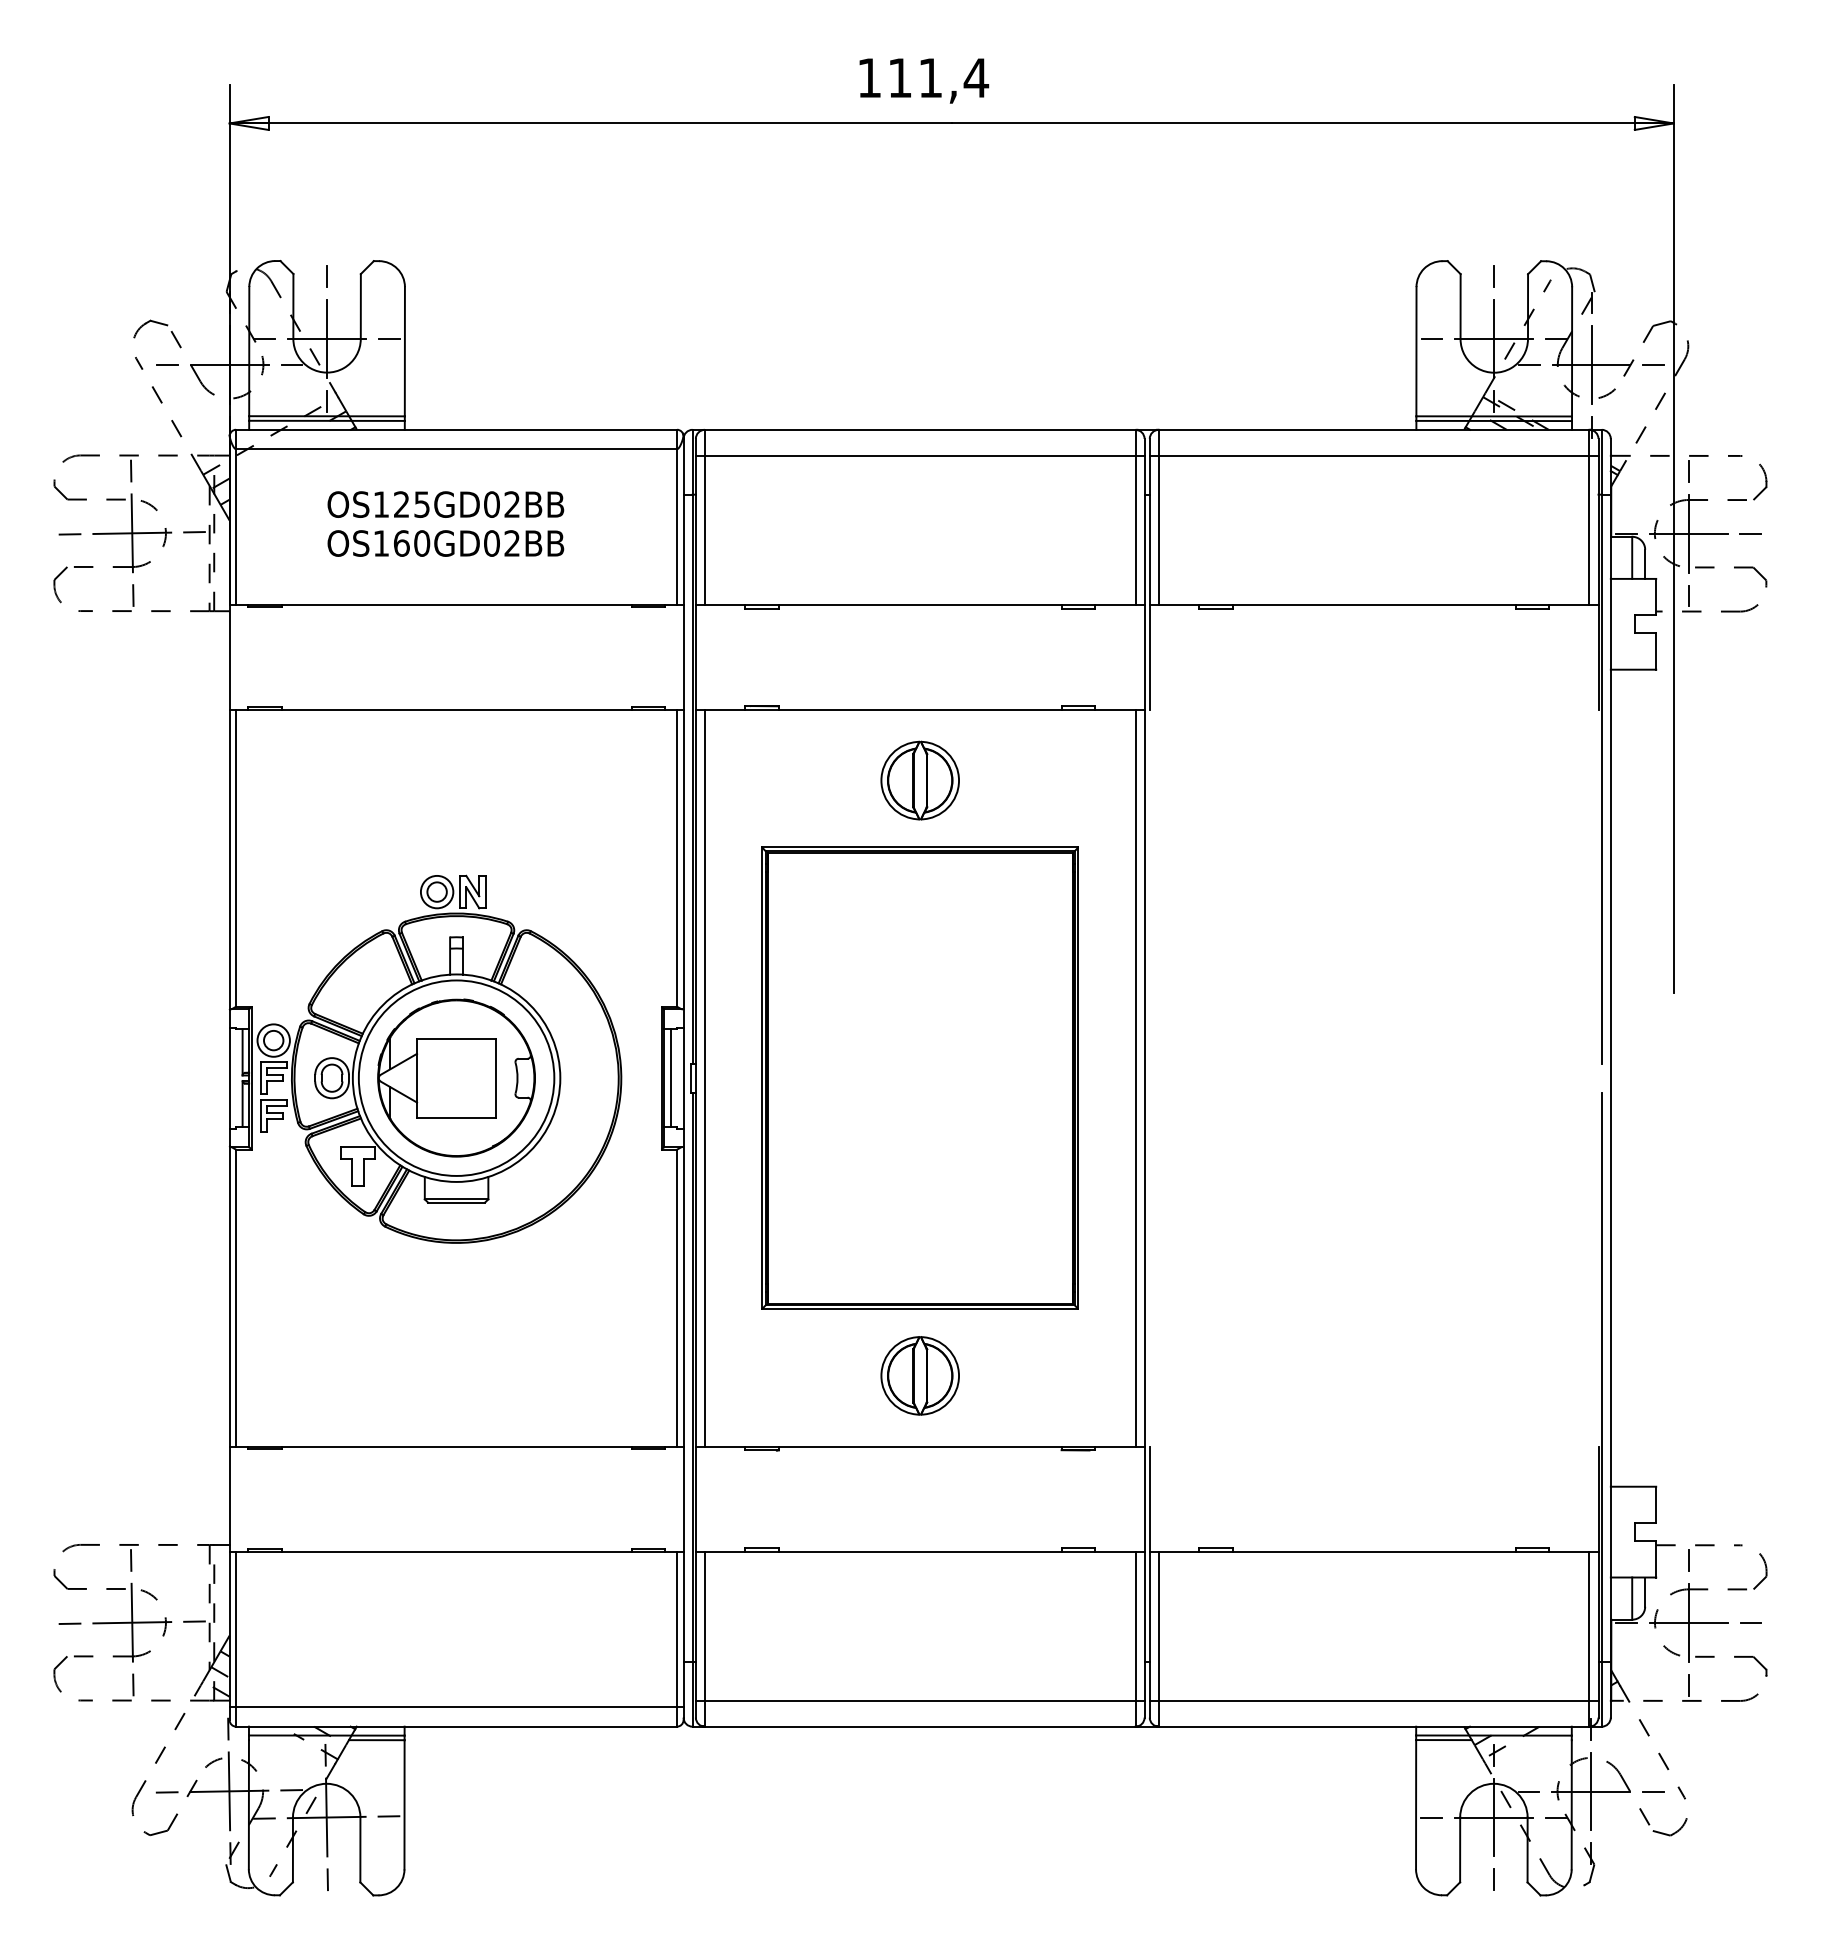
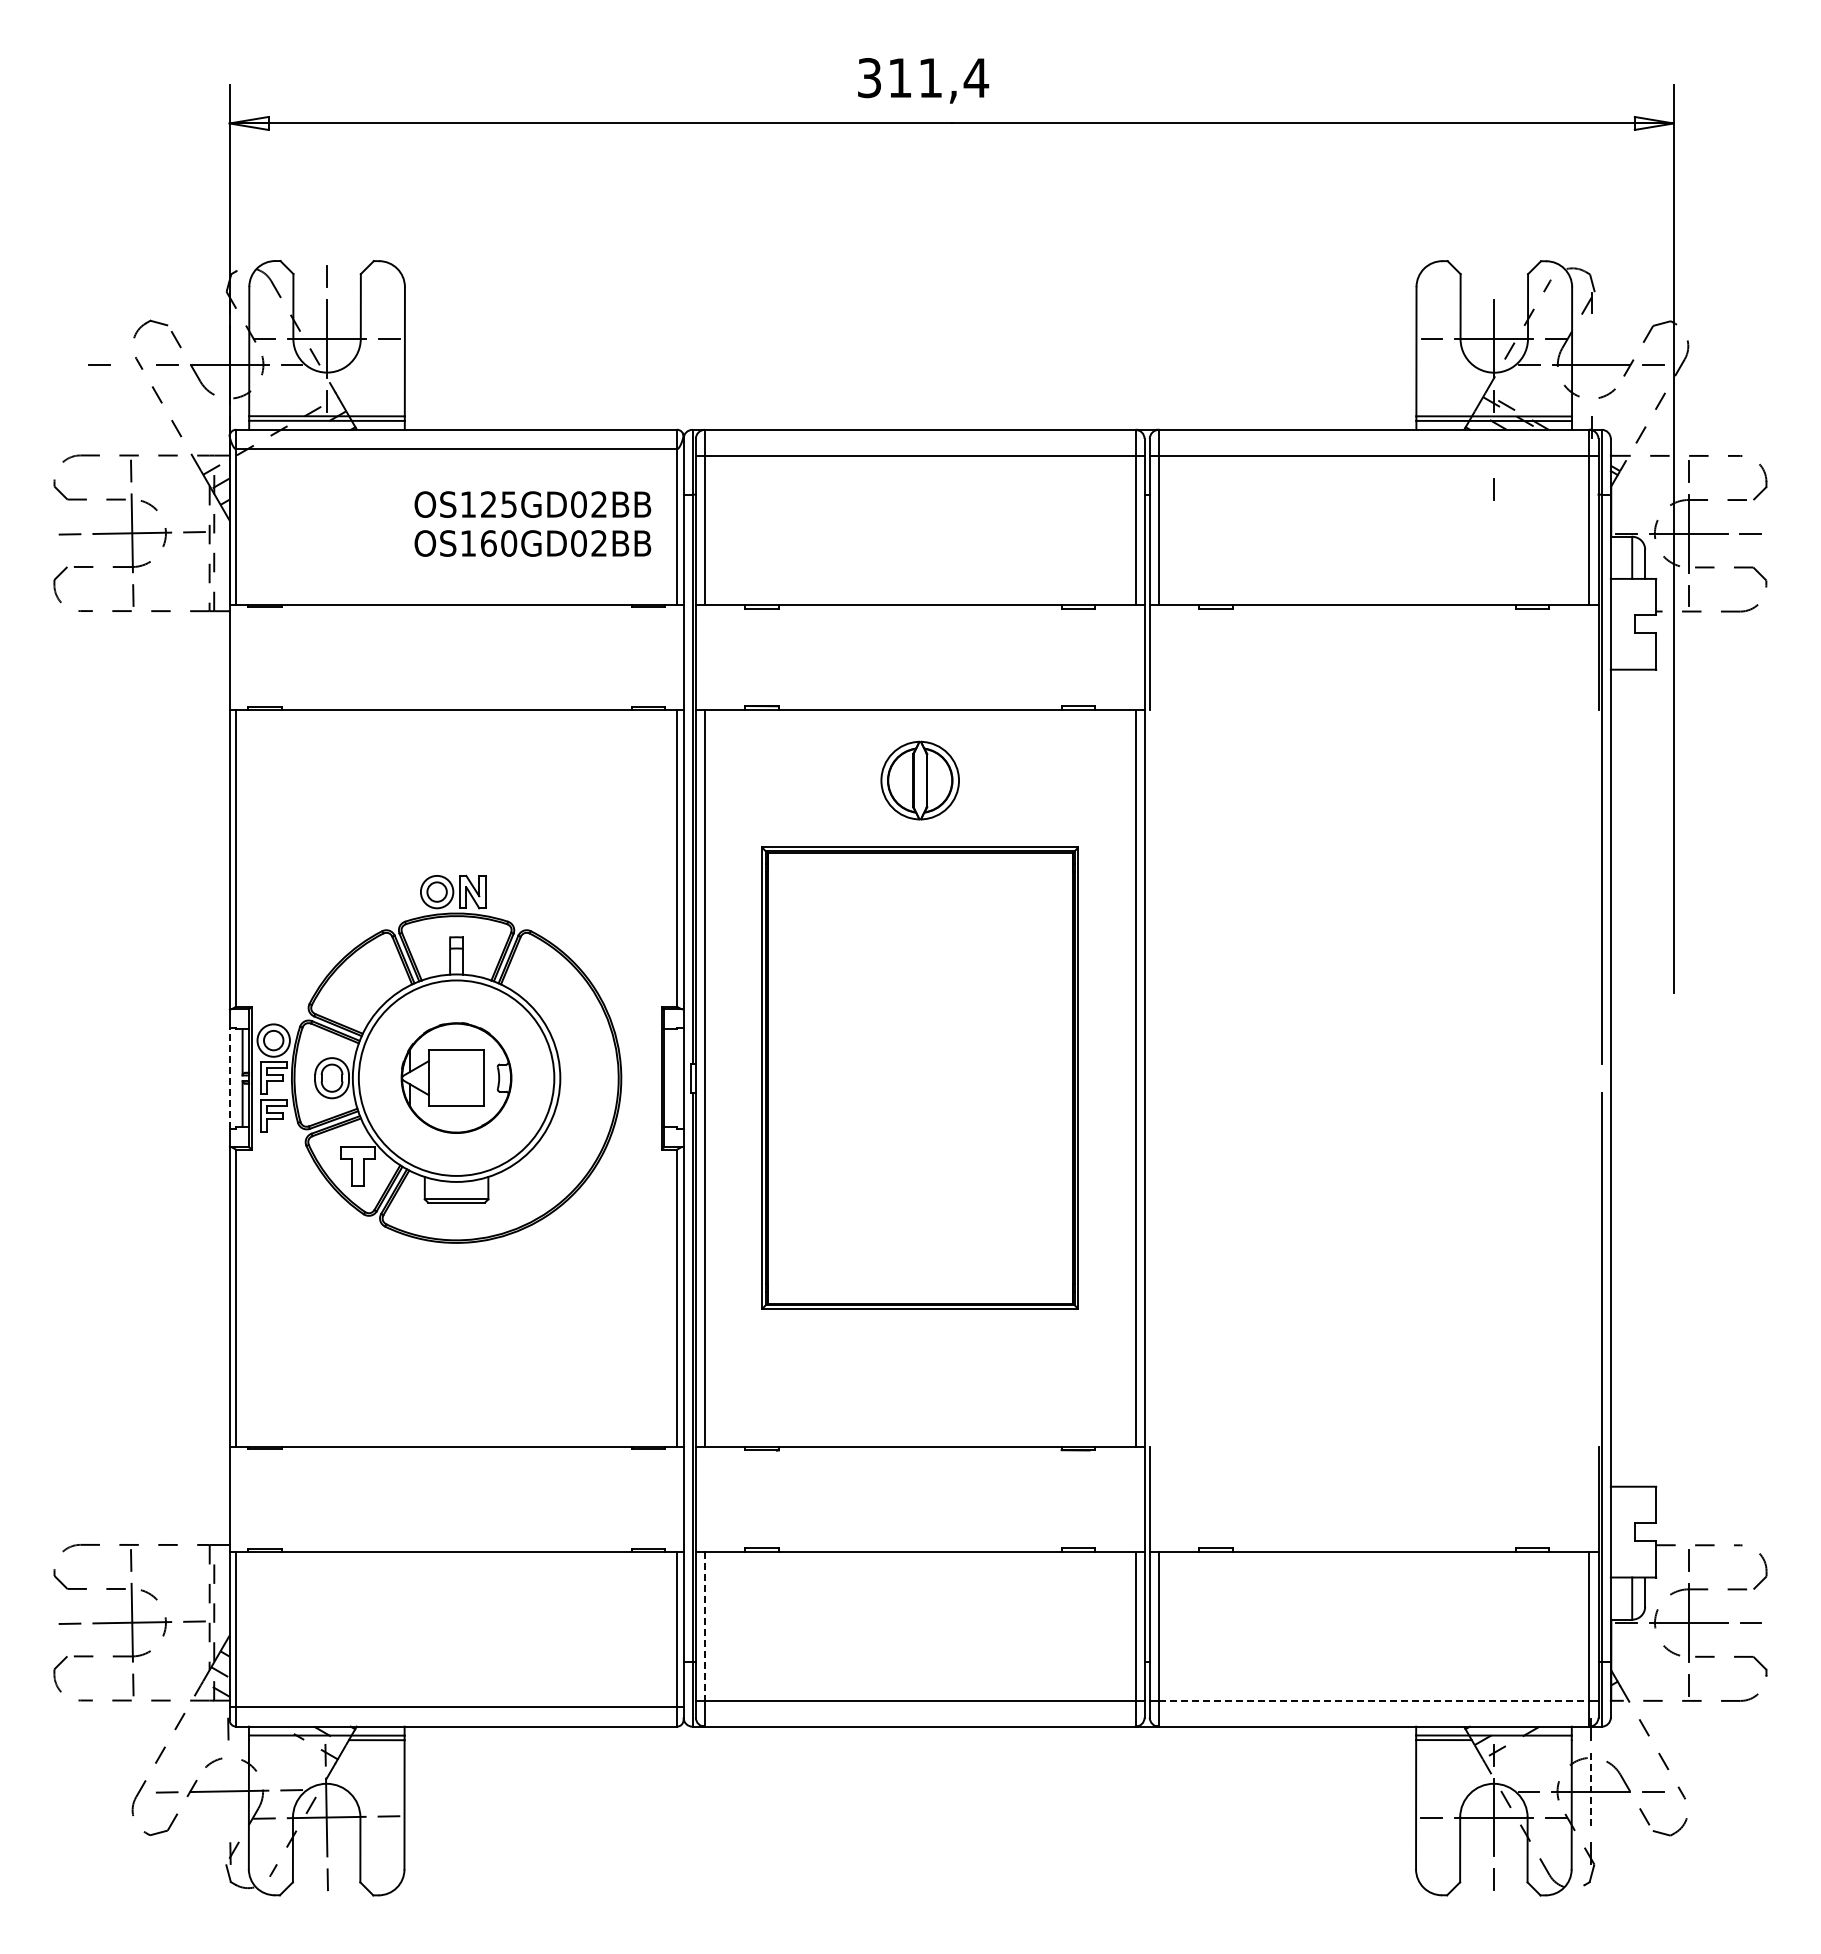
text at (869, 78): 111,4 -> 311,4
line at (1493, 276) position: (1493, 276) -> (1493, 489)
line at (99, 364): none -> present
line at (1591, 365): present -> none
text at (445, 523) position: (445, 523) -> (532, 523)
line at (229, 1077): solid -> dashed
part at (456, 1077) size: 159x160 px -> 113x112 px
line at (670, 1077): present -> none
part at (919, 1375): present -> none
line at (704, 1626): solid -> dashed
line at (1374, 1700): solid -> dashed
line at (229, 1791): present -> none
line at (1591, 1791): solid -> dashed
